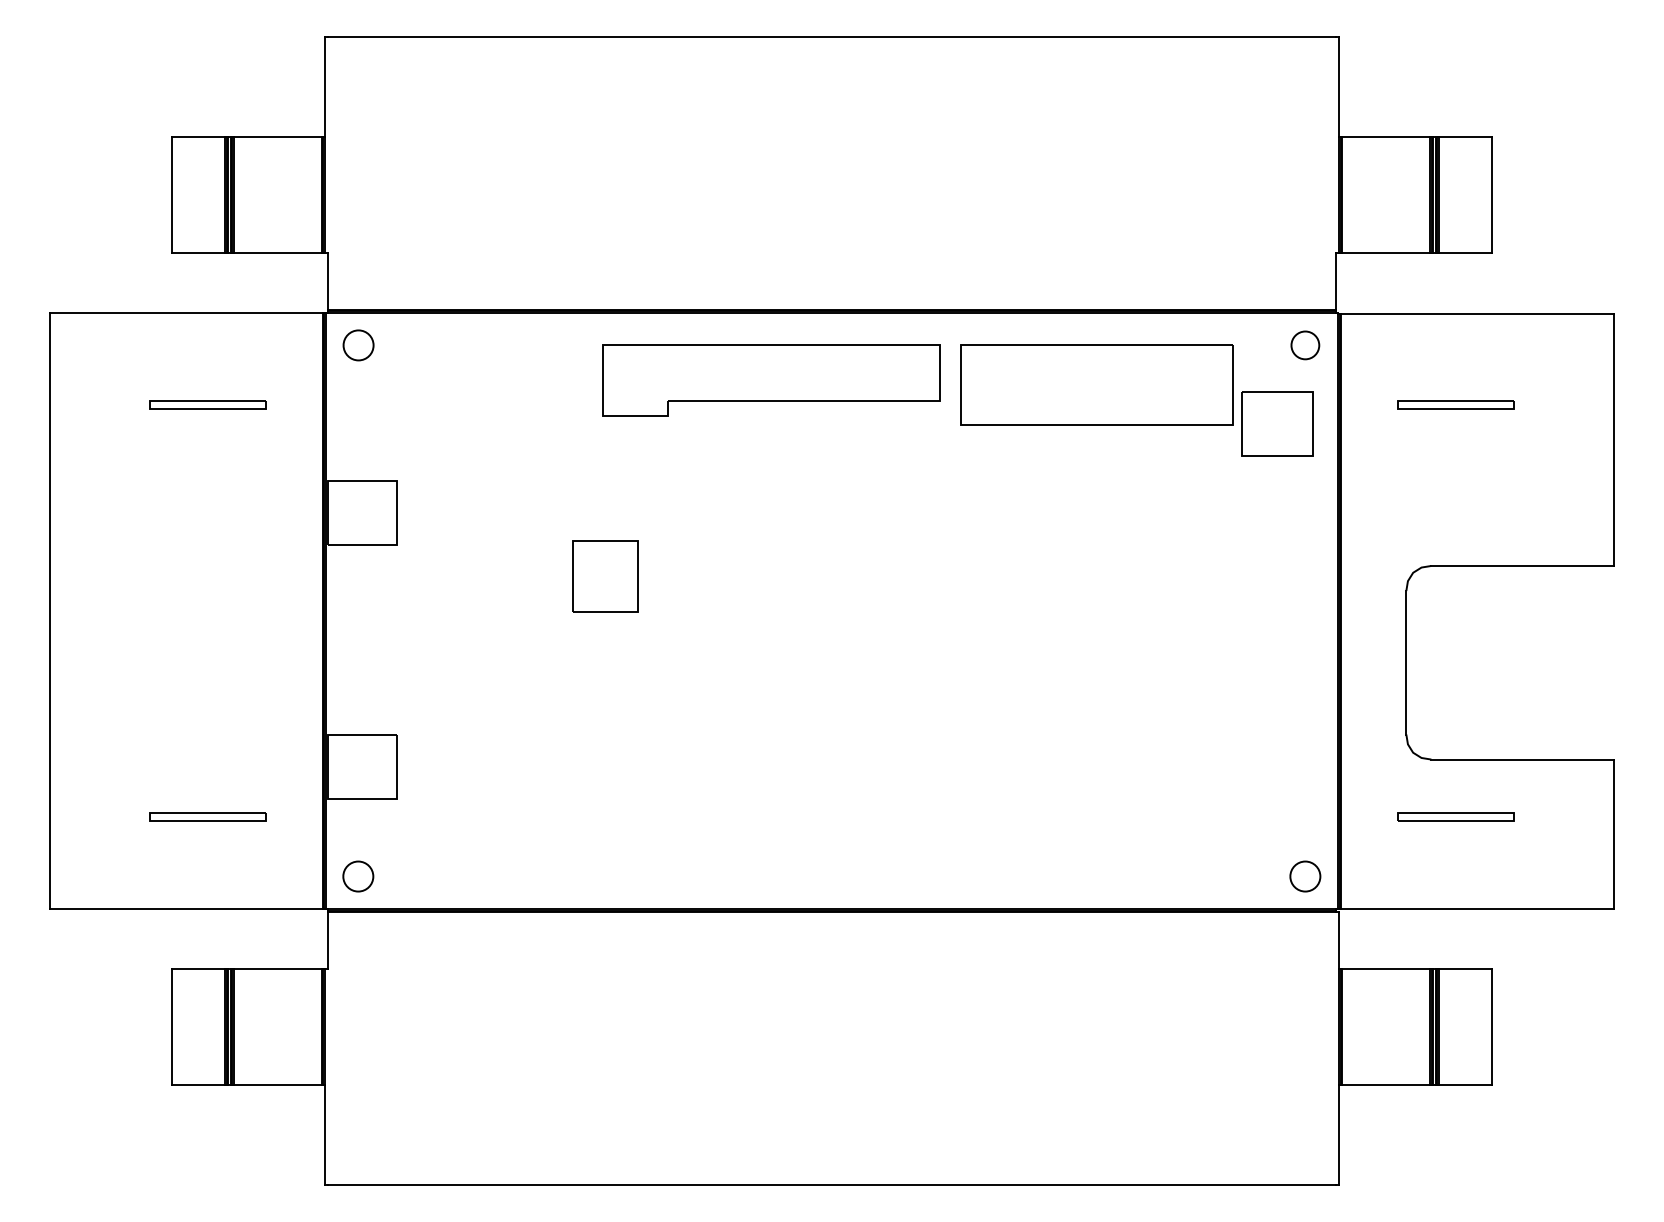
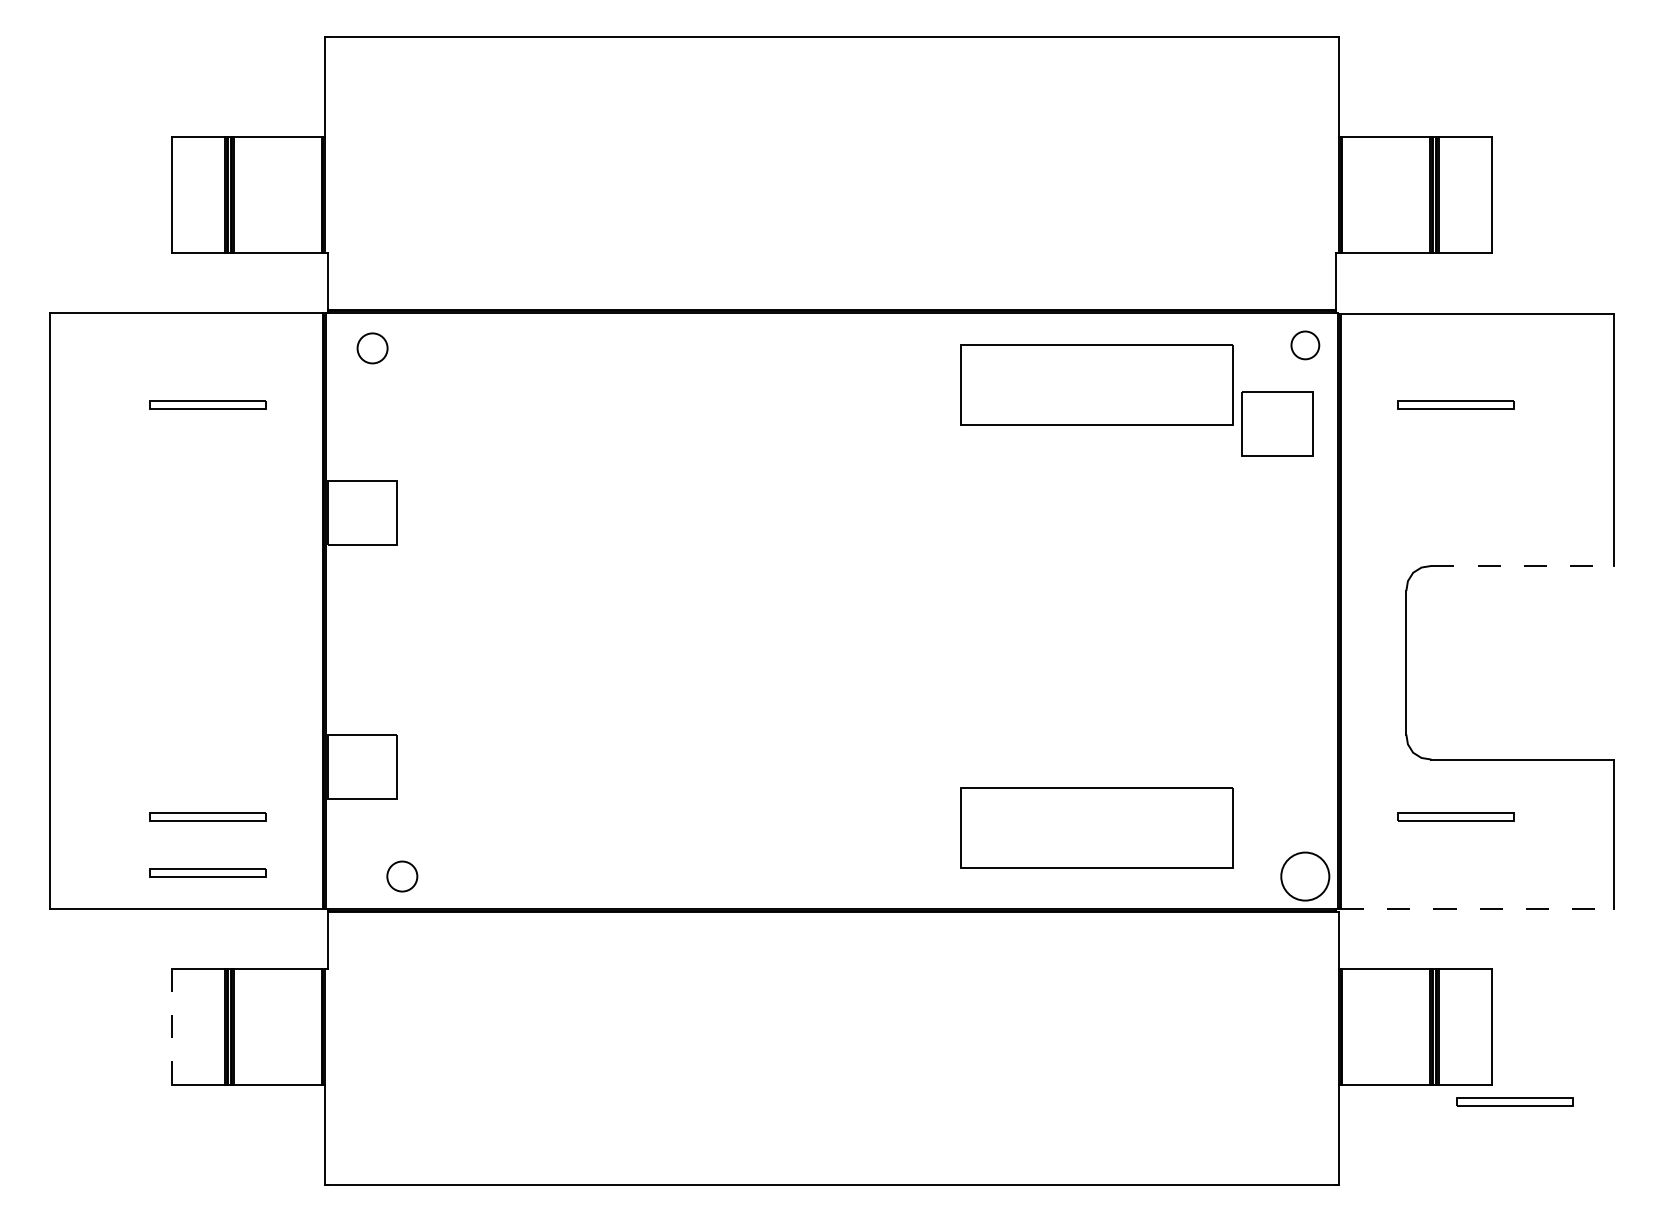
circle at (358, 345) position: (358, 345) -> (372, 348)
part at (771, 380): present -> none
line at (1523, 565): solid -> dashed
part at (605, 576): present -> none
part at (1096, 827): none -> present
part at (207, 872): none -> present
circle at (358, 876) position: (358, 876) -> (402, 876)
circle at (1305, 876) size: 33x33 px -> 51x51 px
line at (1477, 909): solid -> dashed
line at (172, 1026): solid -> dashed
part at (1514, 1101): none -> present
